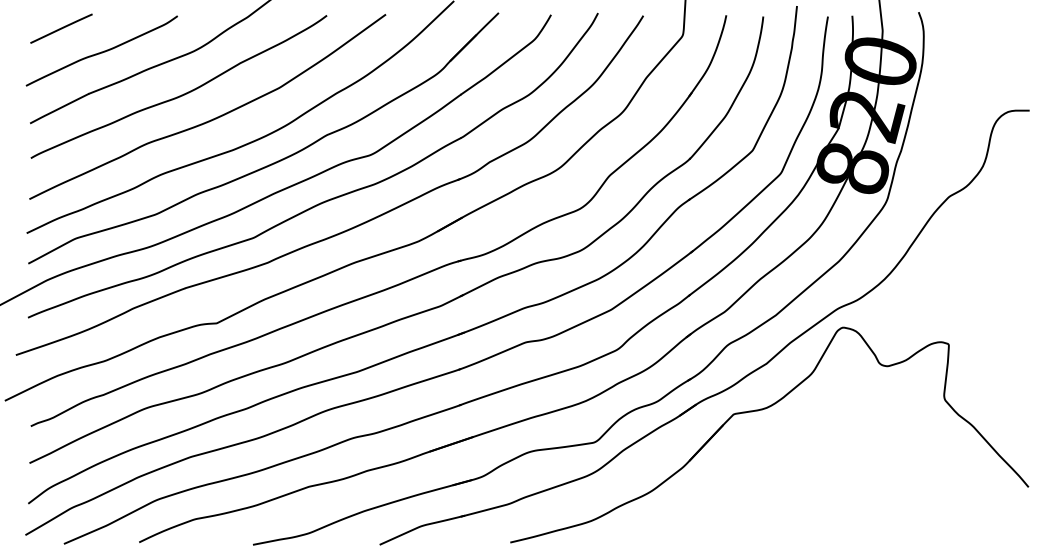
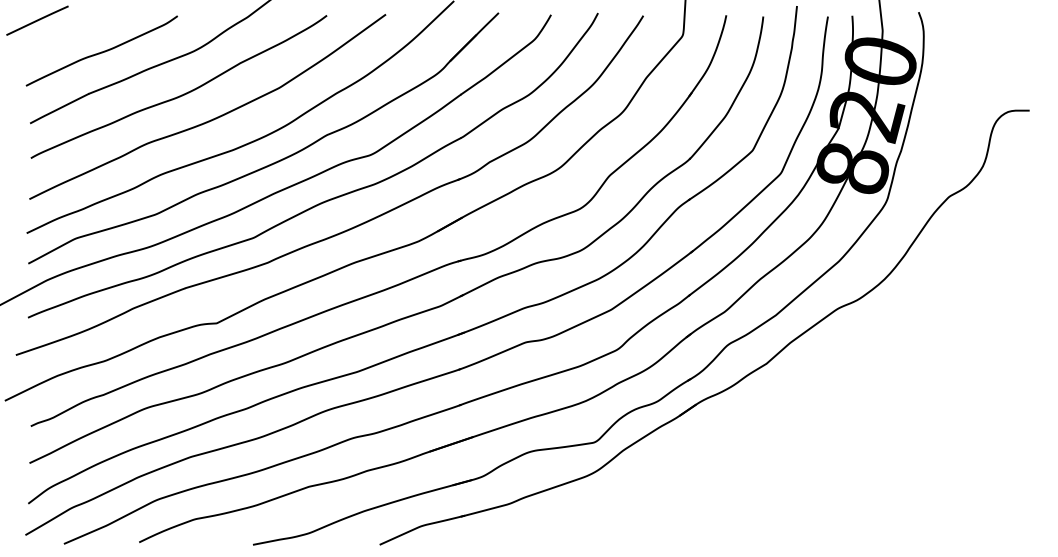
line at (61, 28) position: (61, 28) -> (37, 20)
part at (762, 410): present -> none
